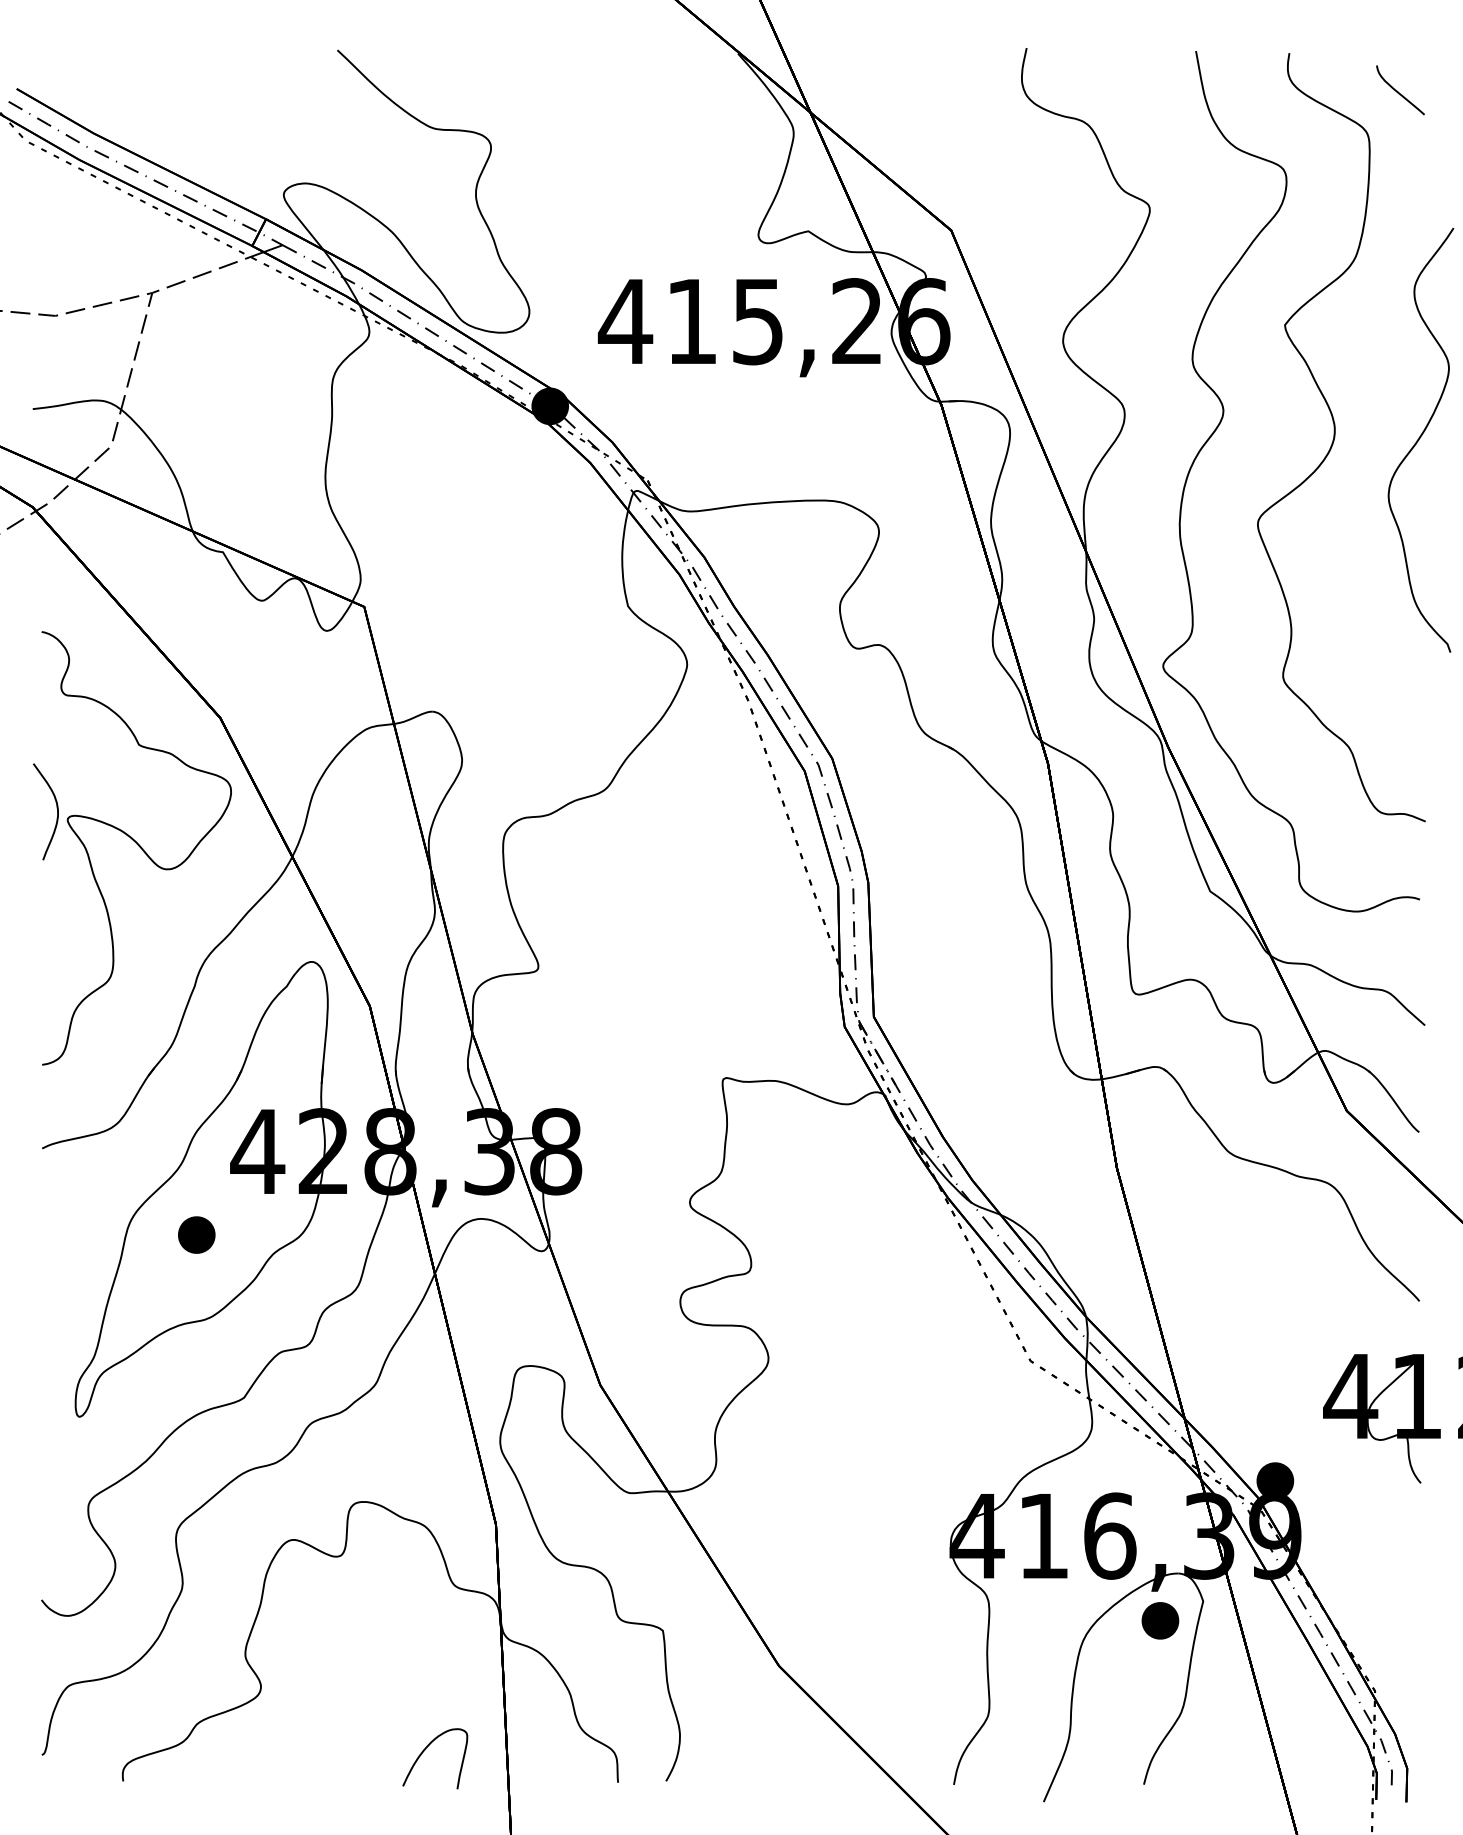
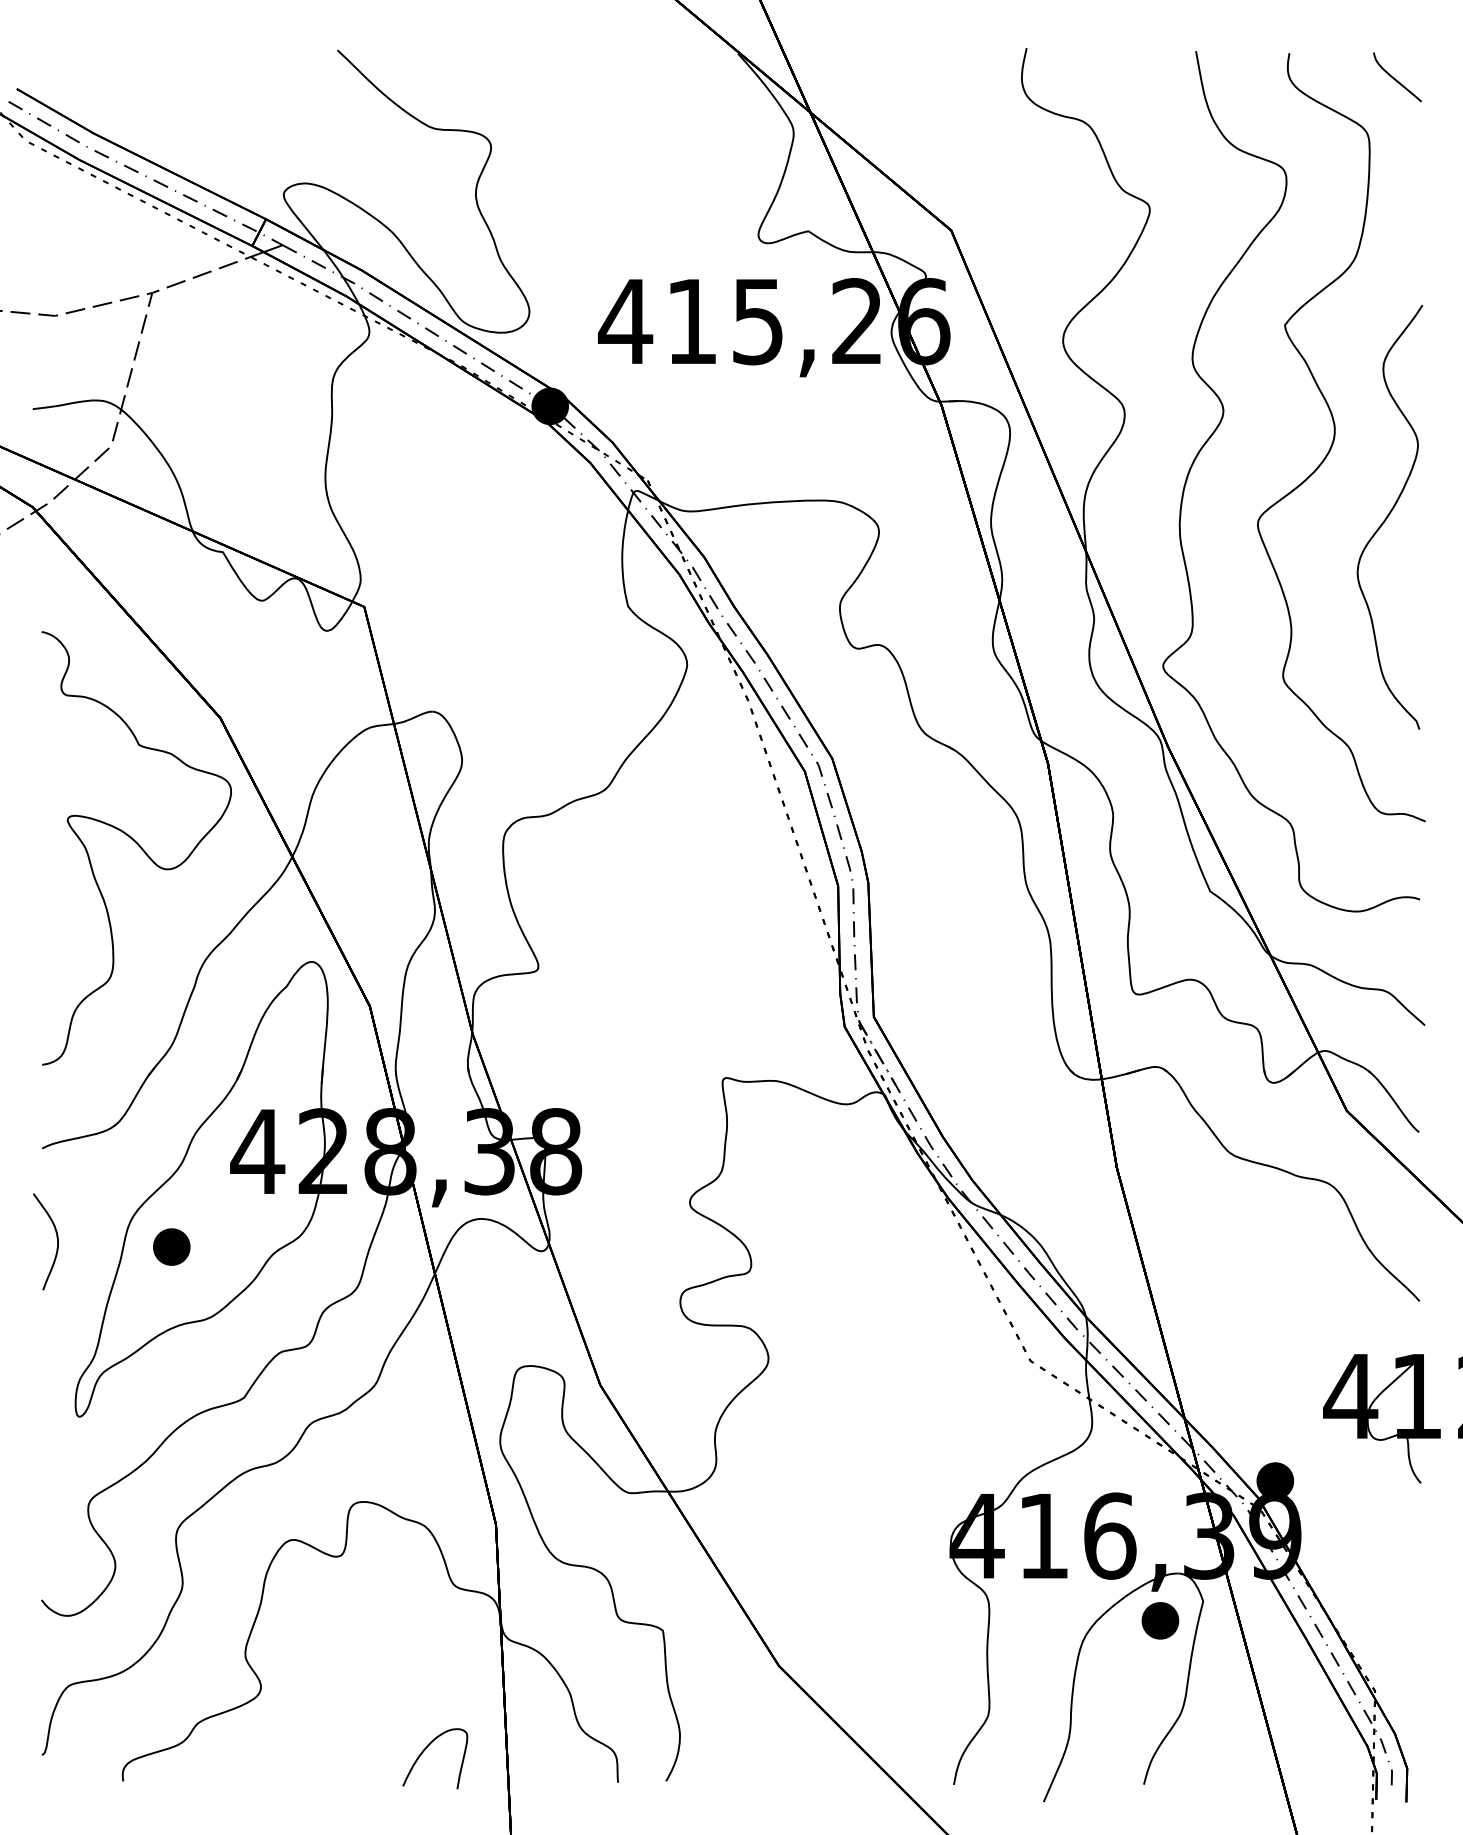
curve at (1398, 91) position: (1398, 91) -> (1395, 78)
curve at (1419, 440) position: (1419, 440) -> (1388, 517)
curve at (56, 808) position: (56, 808) -> (56, 1238)
part at (196, 1234) position: (196, 1234) -> (171, 1246)
